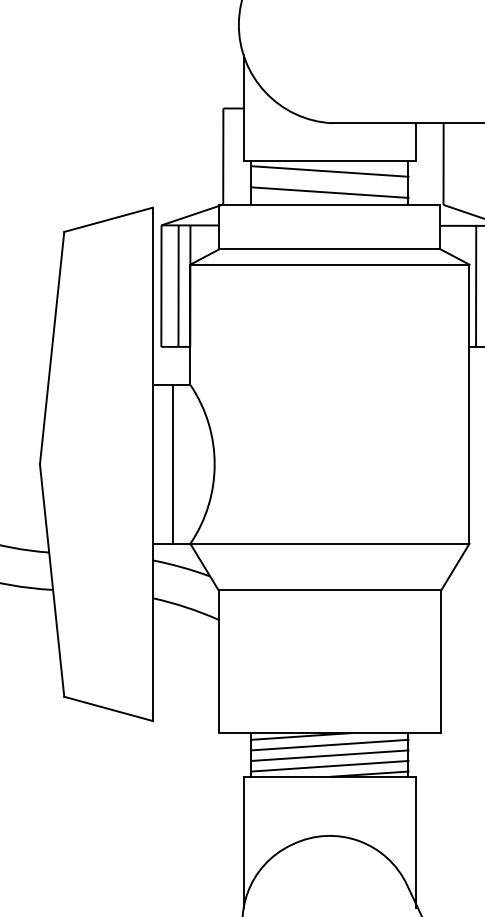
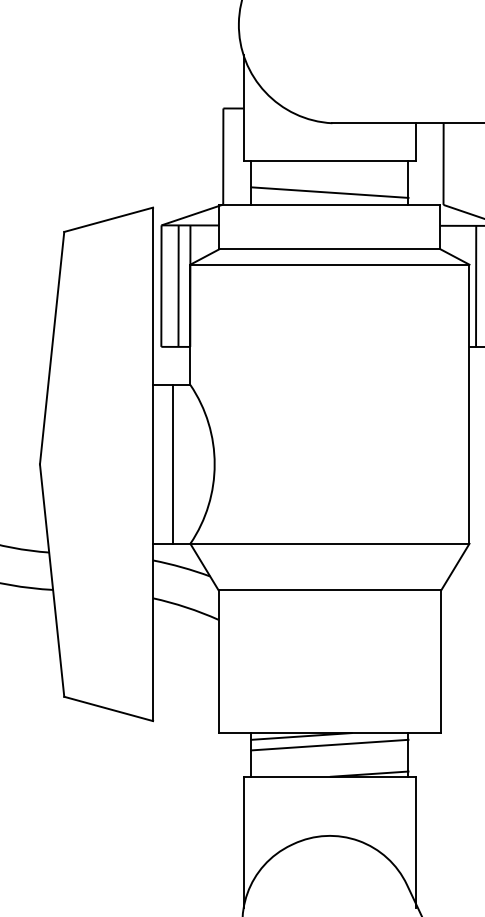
line at (329, 171): present -> none
line at (329, 755): present -> none
line at (329, 765): present -> none
